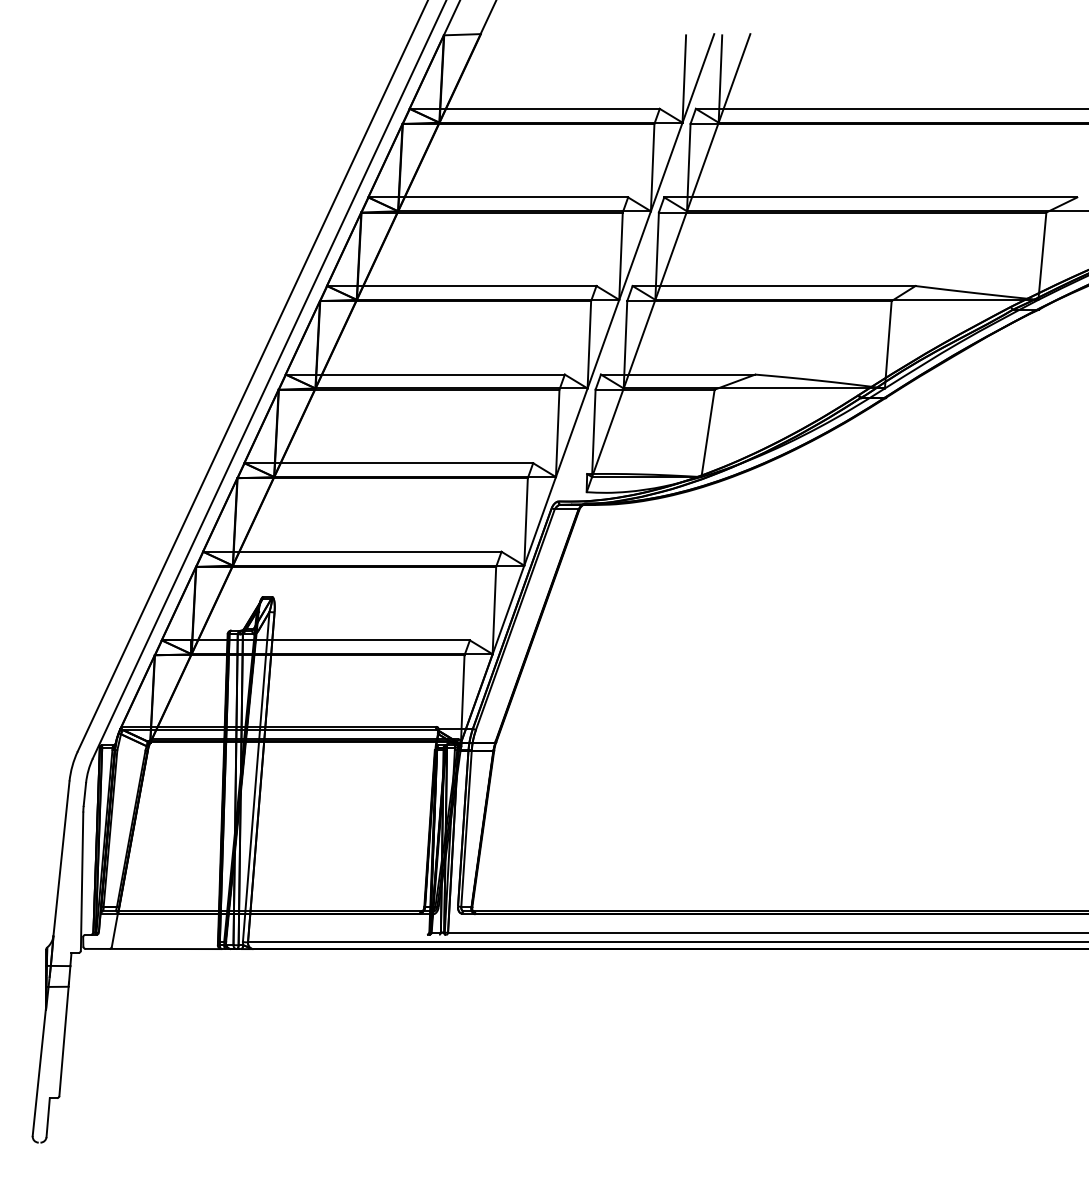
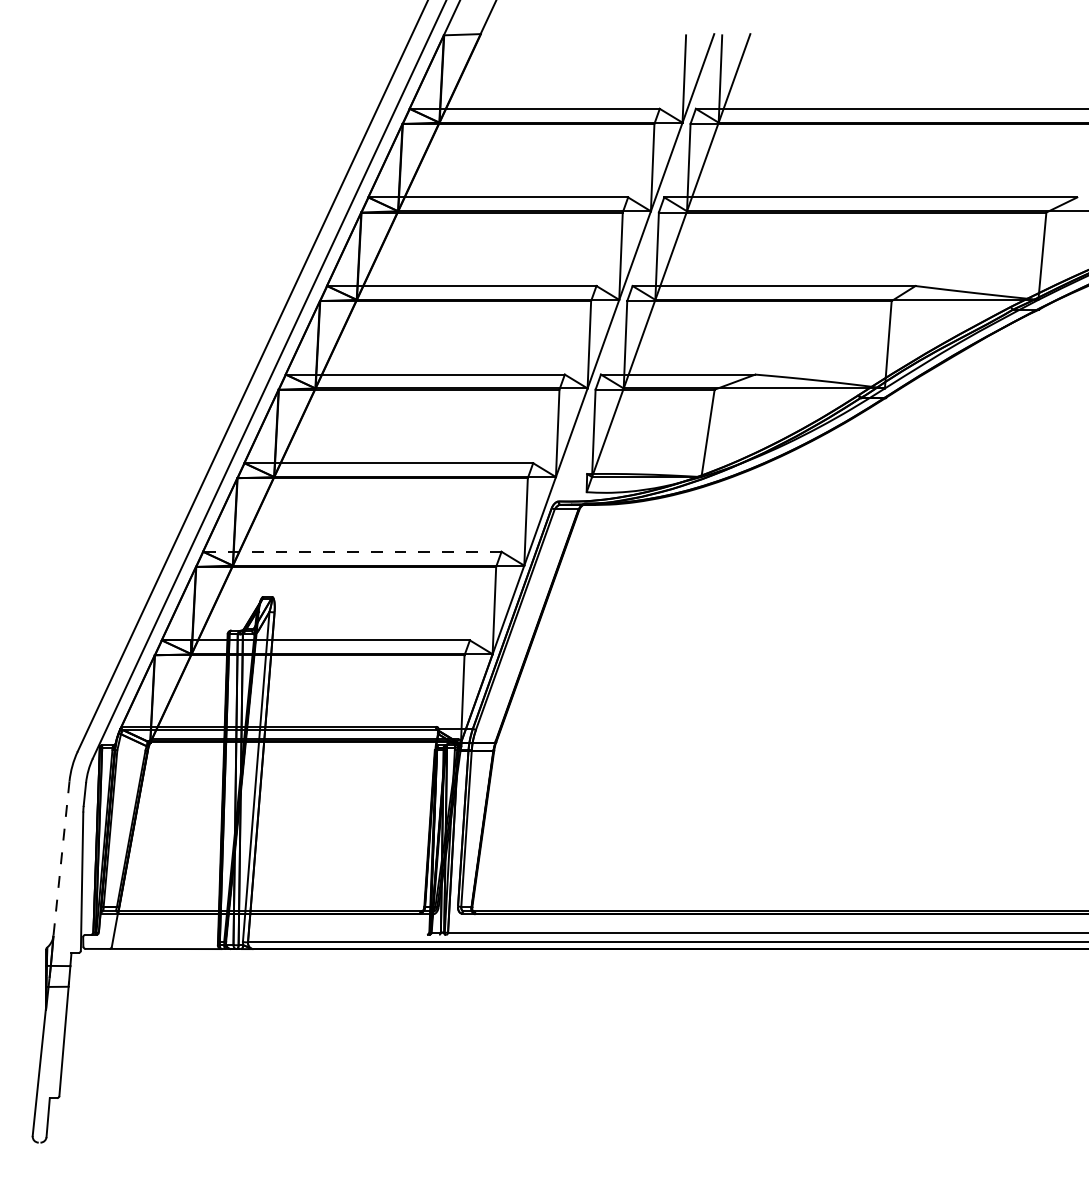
line at (351, 551): solid -> dashed
line at (61, 858): solid -> dashed
